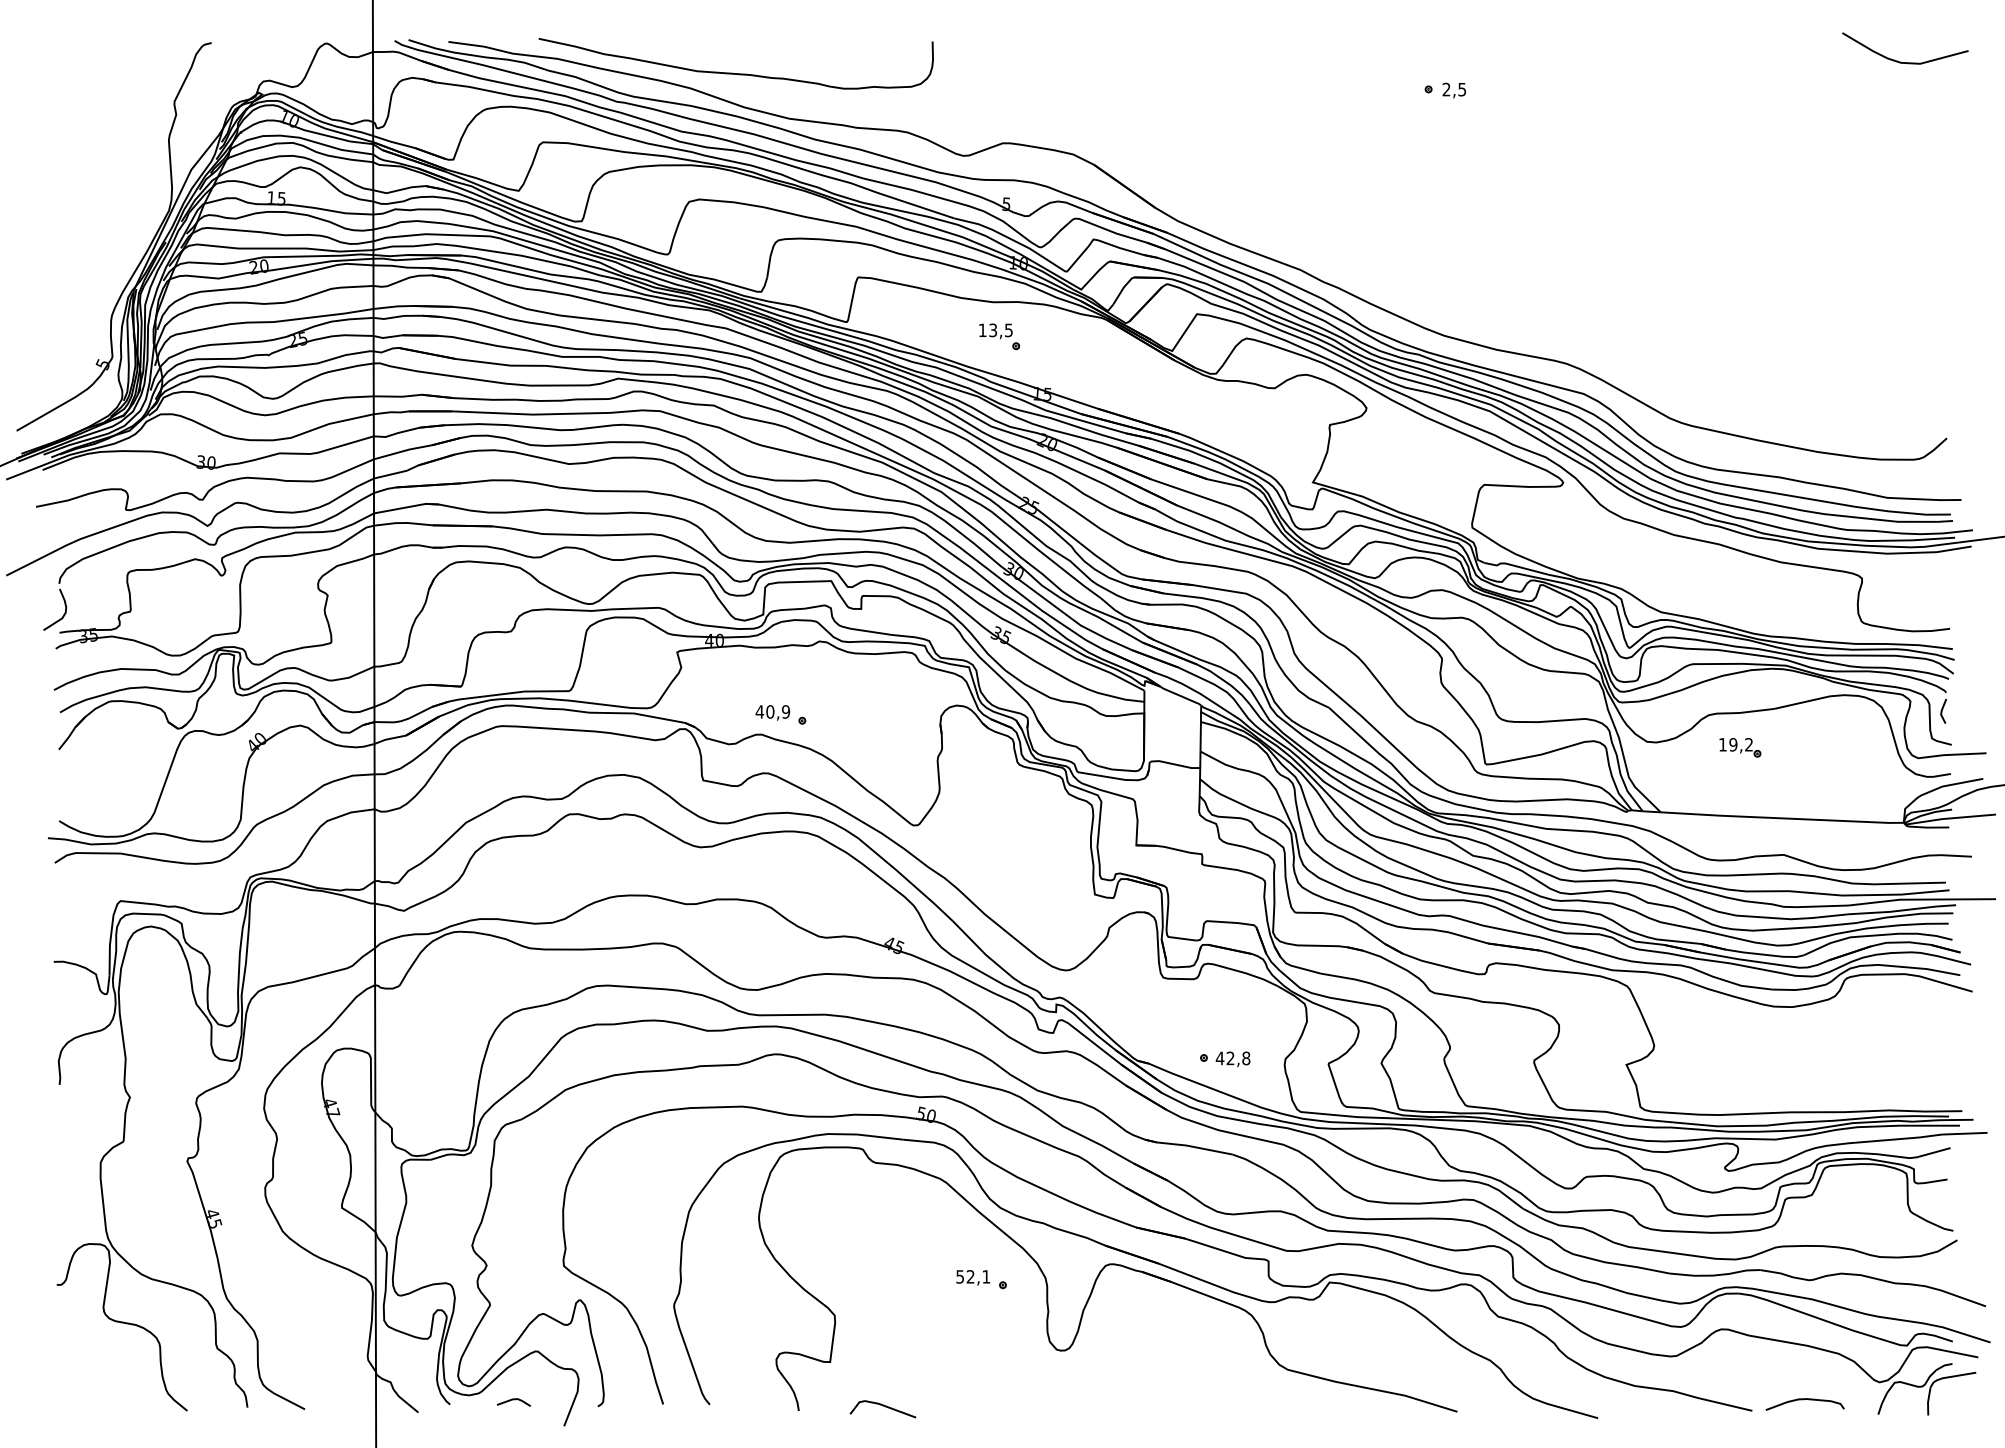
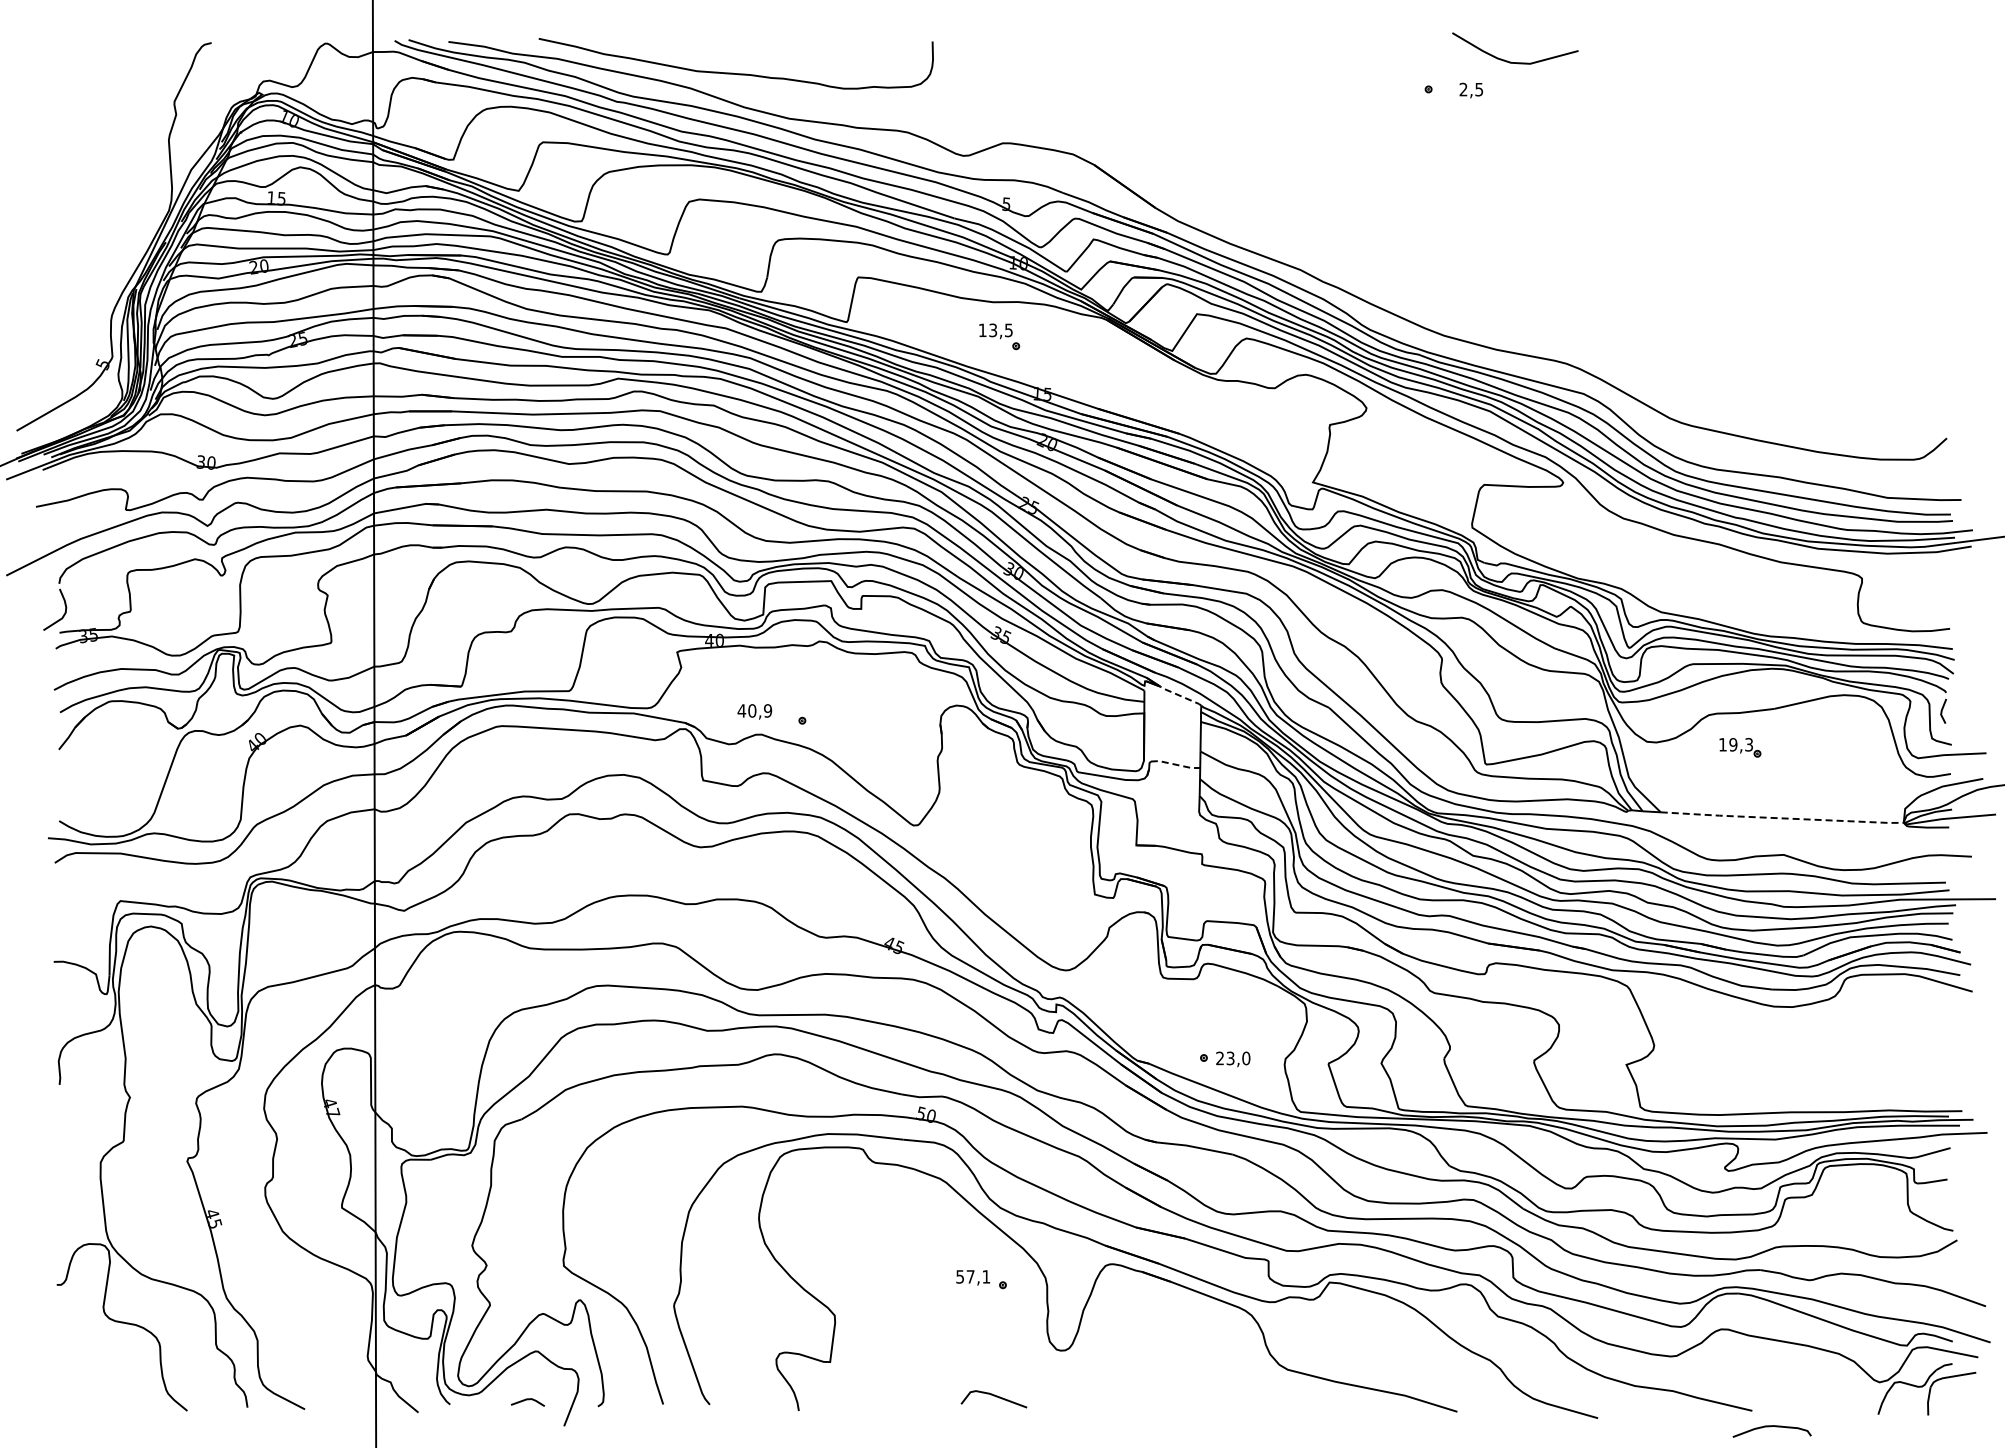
curve at (1901, 61) position: (1901, 61) -> (1511, 61)
text at (1453, 90) position: (1453, 90) -> (1470, 90)
line at (1180, 696): solid -> dashed
text at (772, 712) position: (772, 712) -> (754, 711)
text at (1748, 744): 19,2 -> 19,3
line at (1175, 764): solid -> dashed
line at (1782, 818): solid -> dashed
text at (1232, 1058): 42,8 -> 23,0
text at (970, 1276): 52,1 -> 57,1
line at (513, 1400) position: (513, 1400) -> (527, 1400)
curve at (1803, 1400) position: (1803, 1400) -> (1770, 1427)
line at (882, 1406) position: (882, 1406) -> (993, 1396)
